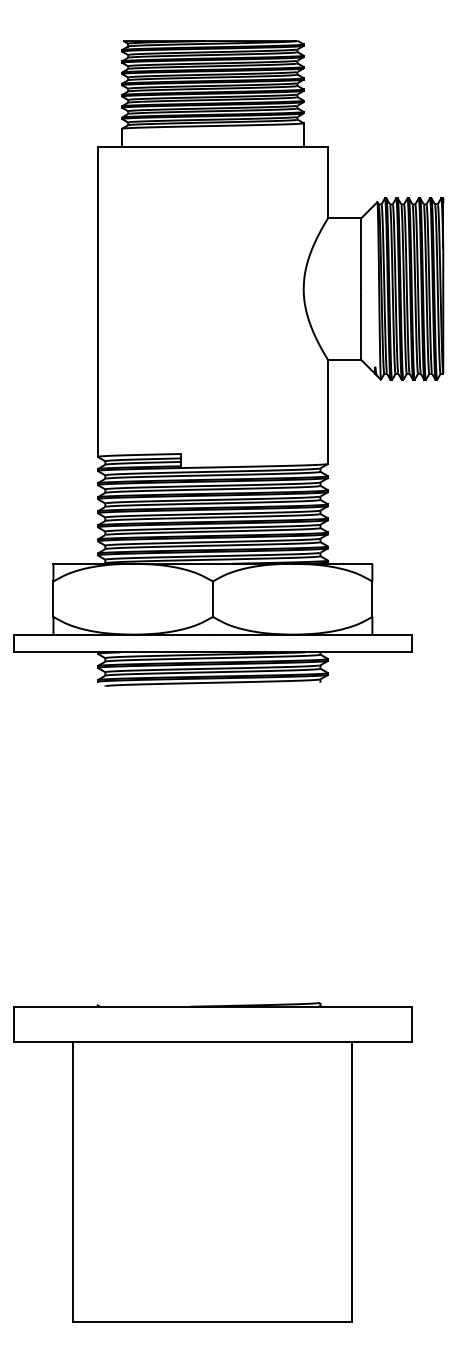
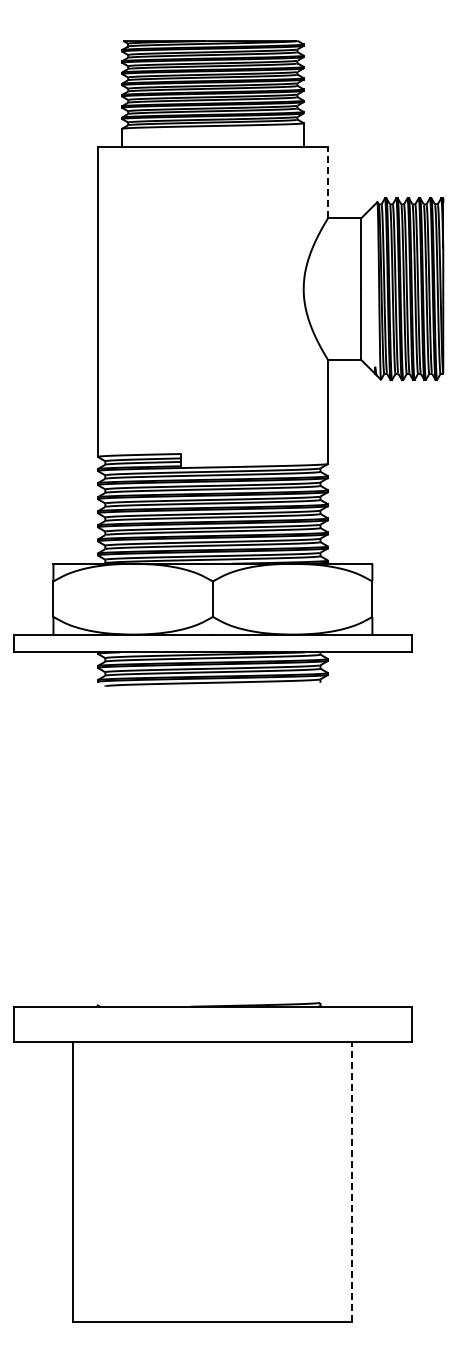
line at (328, 182): solid -> dashed
line at (352, 1182): solid -> dashed
